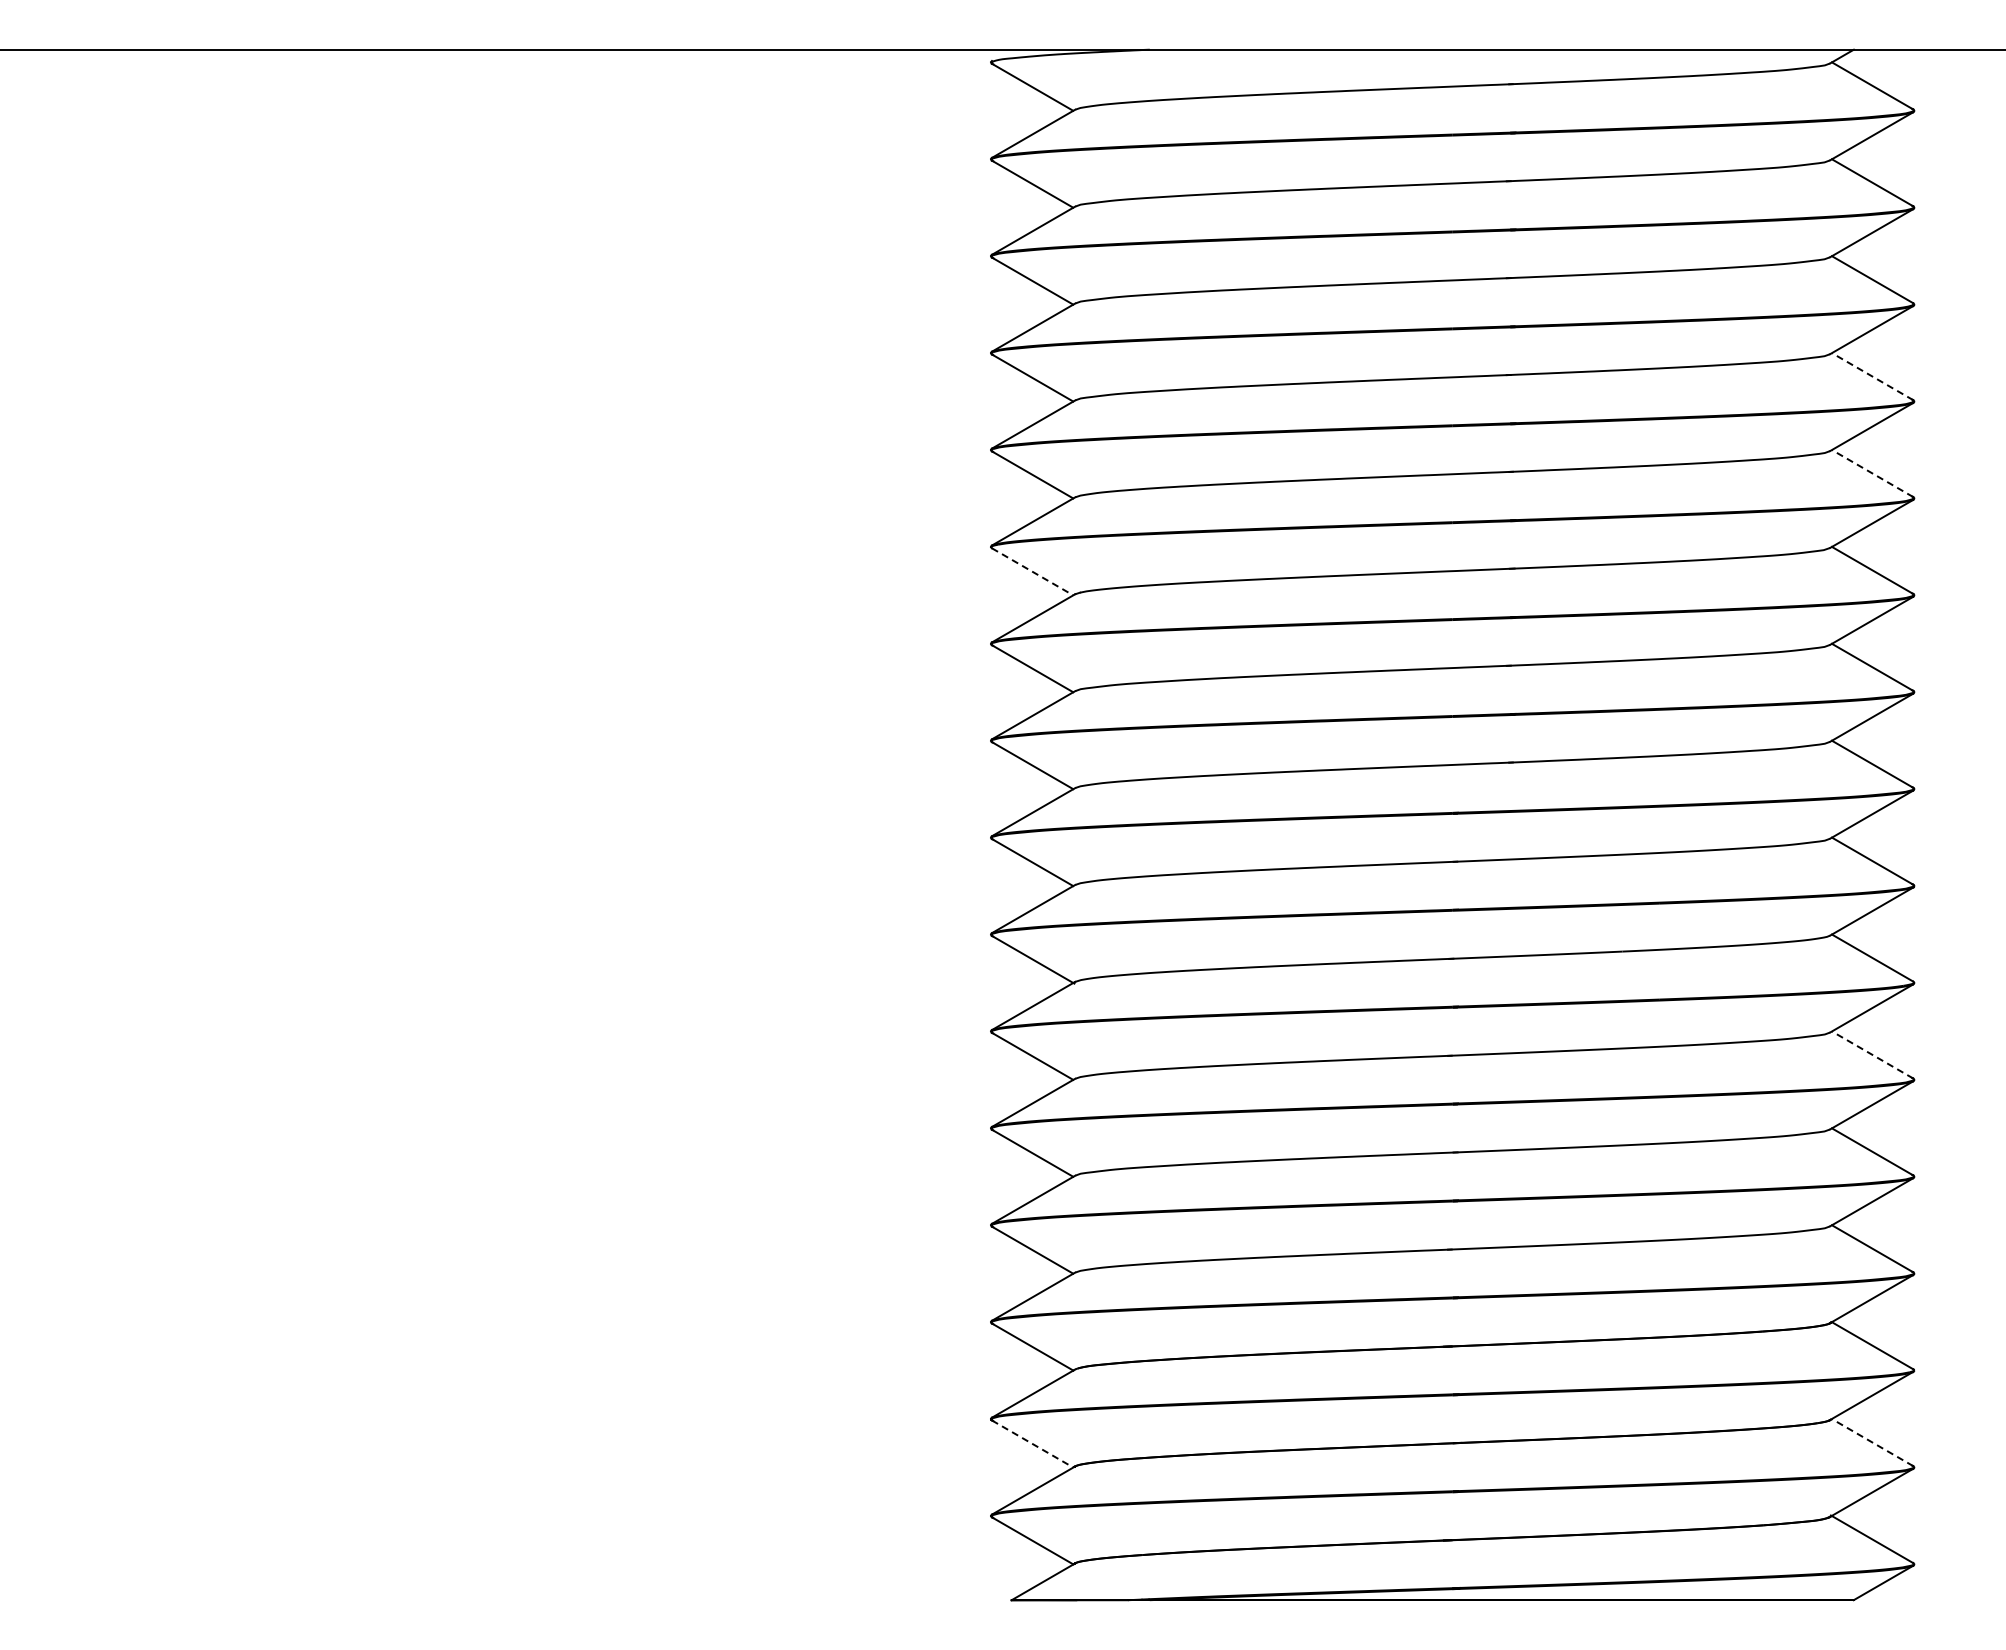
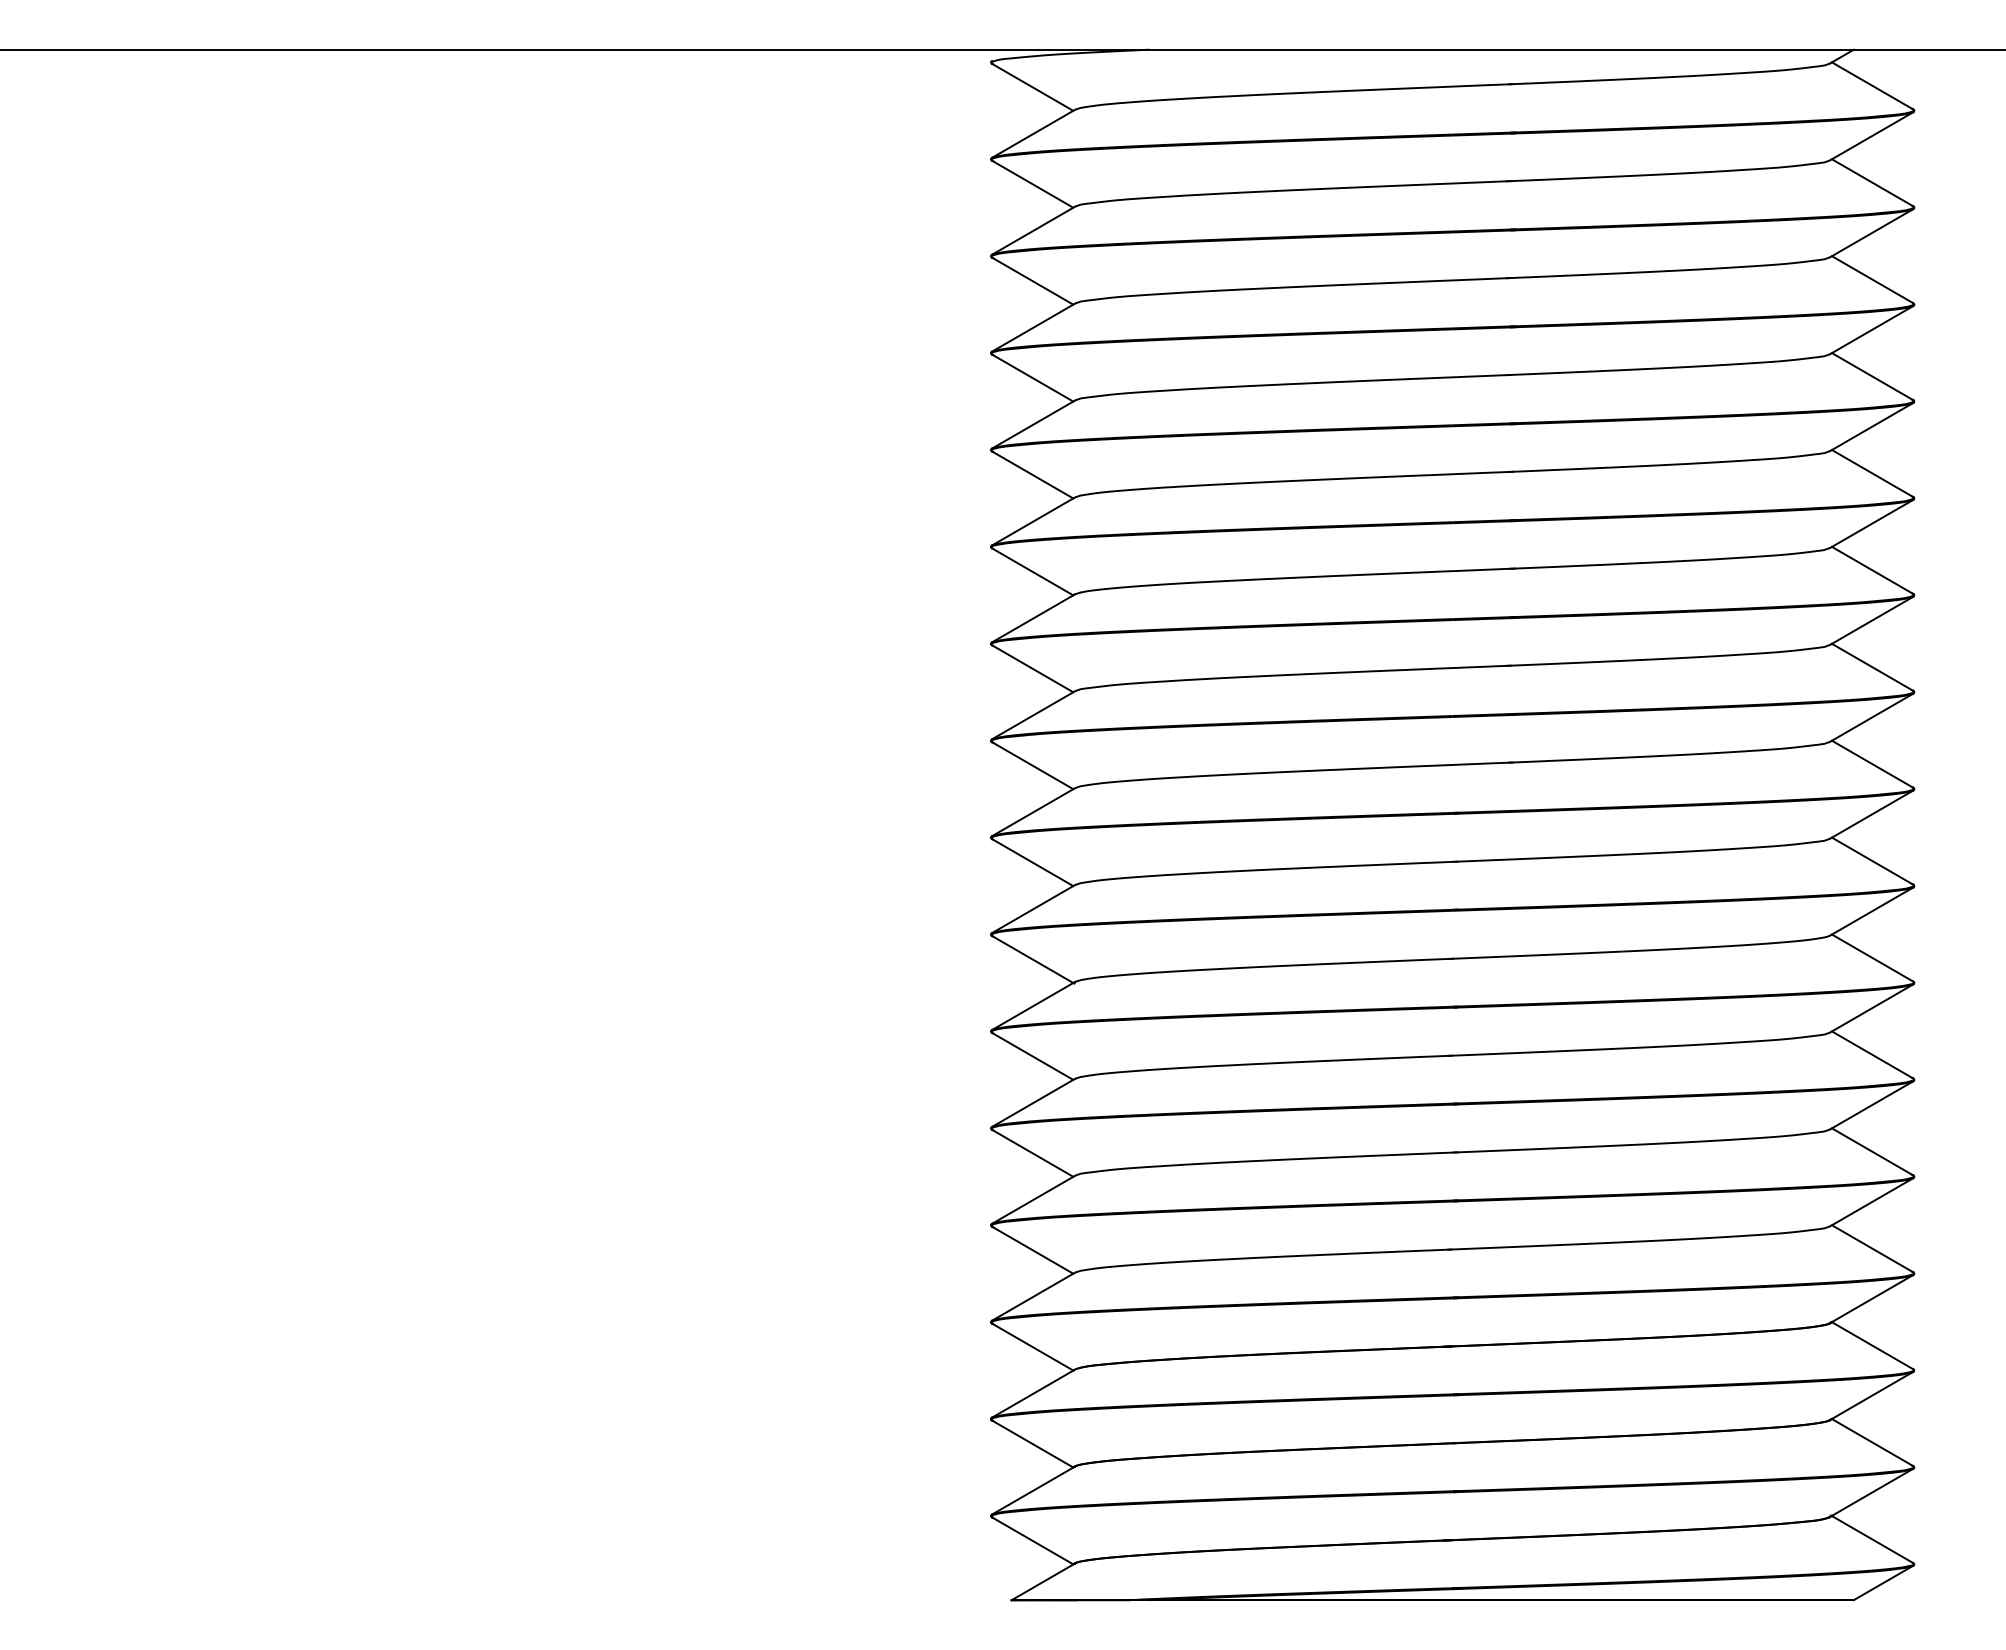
line at (1872, 376): dashed -> solid
line at (1872, 473): dashed -> solid
line at (1032, 571): dashed -> solid
line at (1872, 1054): dashed -> solid
line at (1872, 1442): dashed -> solid
line at (1032, 1444): dashed -> solid
